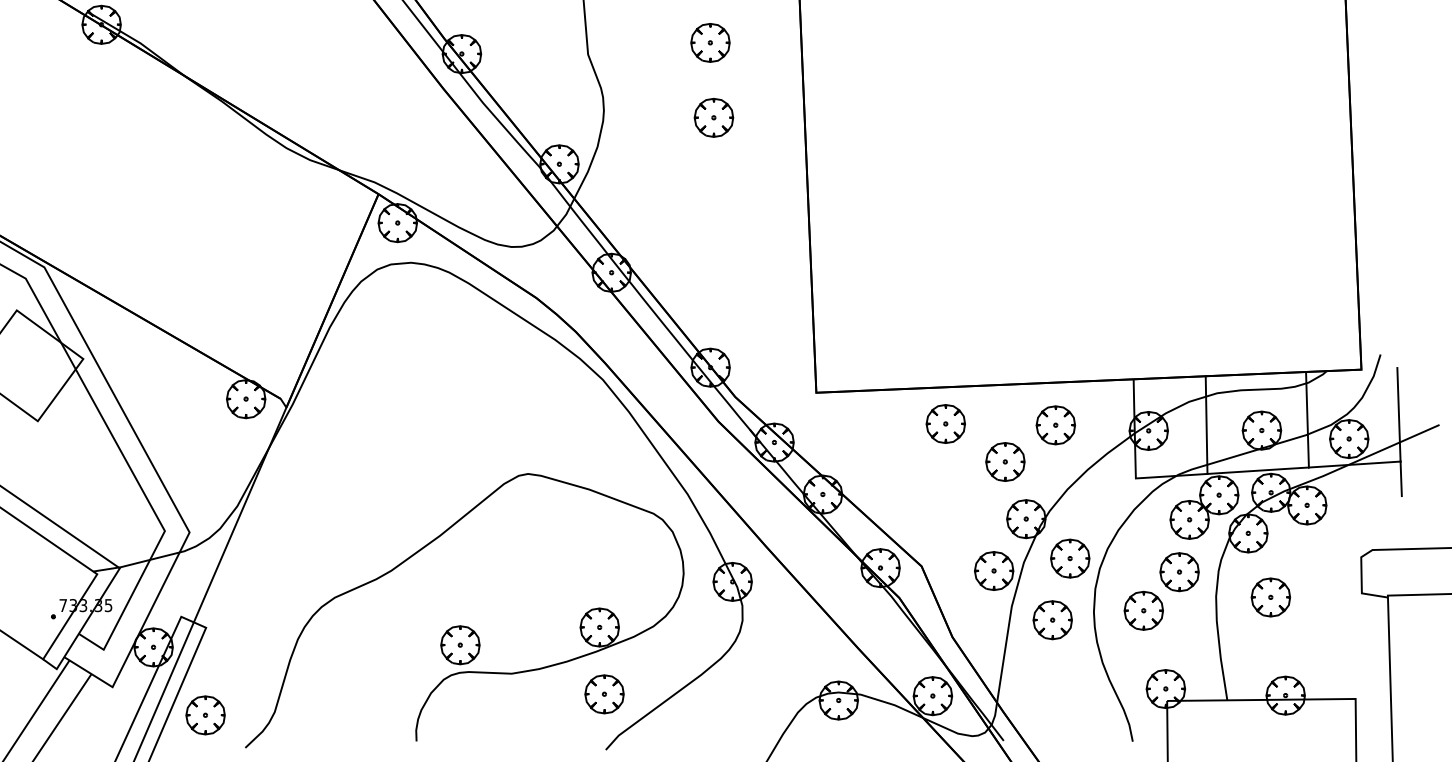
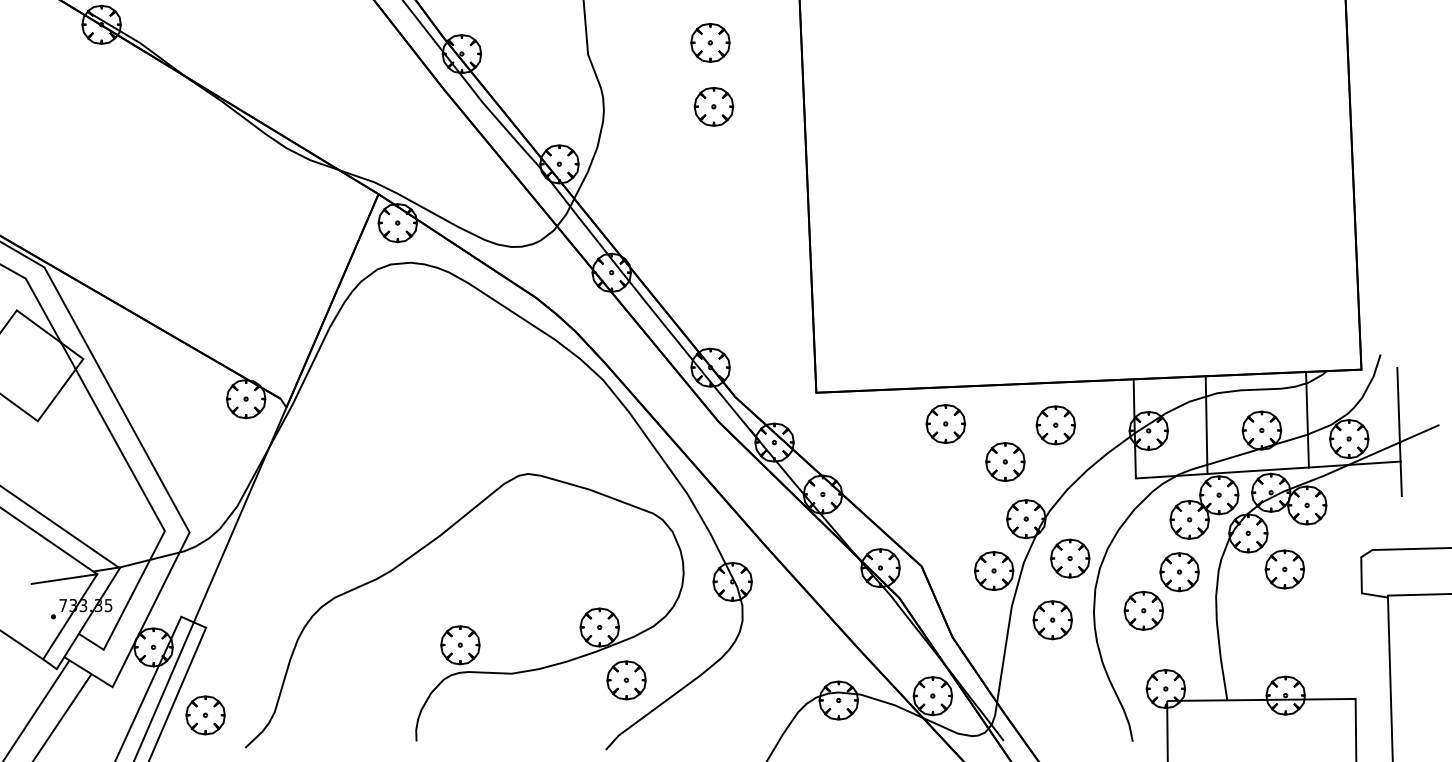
part at (713, 117) position: (713, 117) -> (713, 106)
line at (64, 578): none -> present
part at (1270, 597) position: (1270, 597) -> (1284, 569)
part at (604, 694) position: (604, 694) -> (626, 680)
